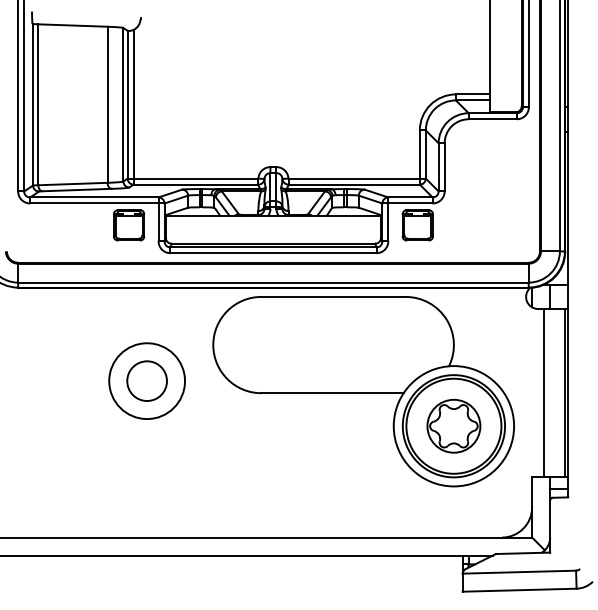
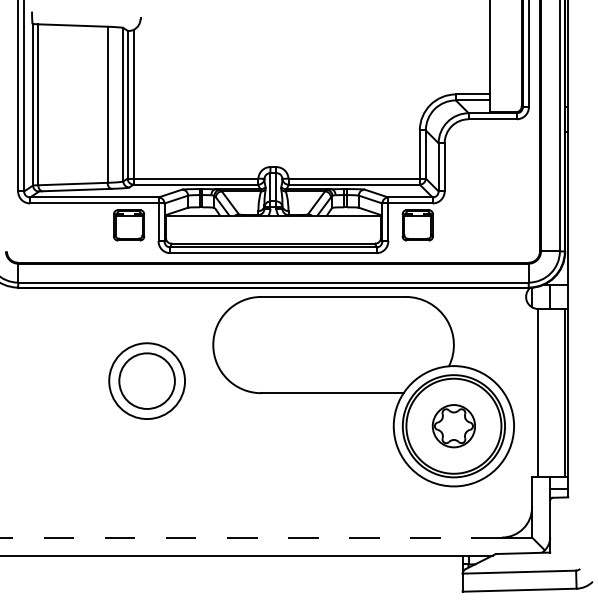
circle at (146, 381) diameter: 40 px -> 56 px
line at (543, 392) position: (543, 392) -> (537, 392)
part at (453, 425) size: 56x56 px -> 45x45 px
line at (251, 537): solid -> dashed
